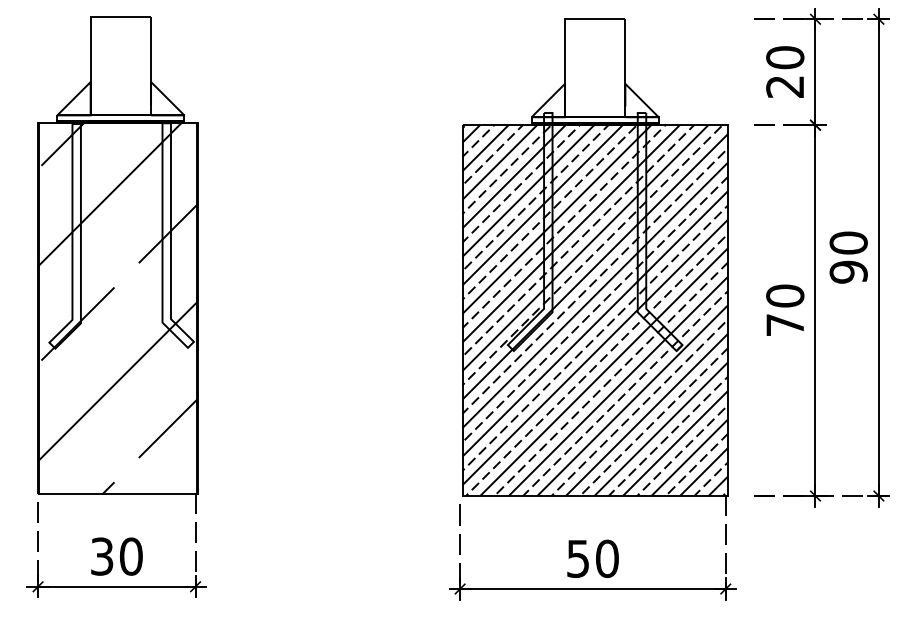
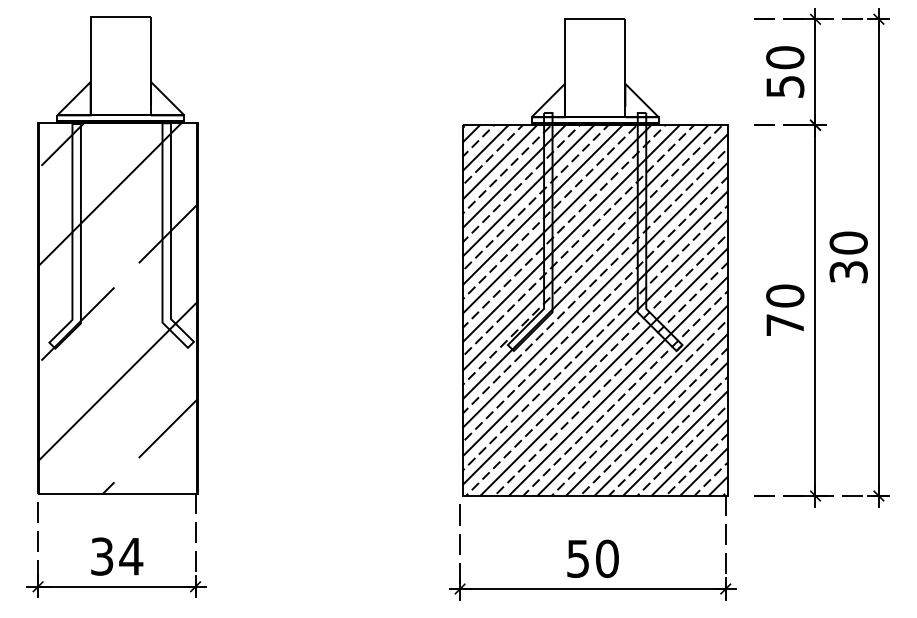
text at (785, 86): 20 -> 50
text at (848, 271): 90 -> 30
text at (131, 556): 30 -> 34
